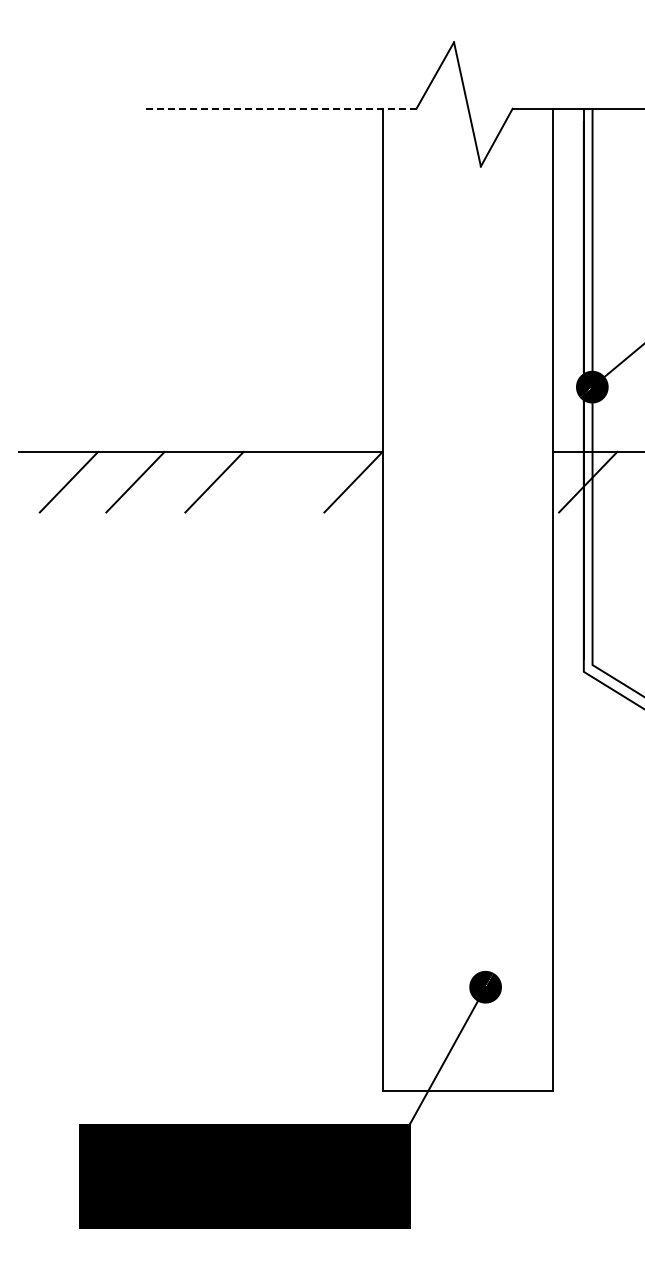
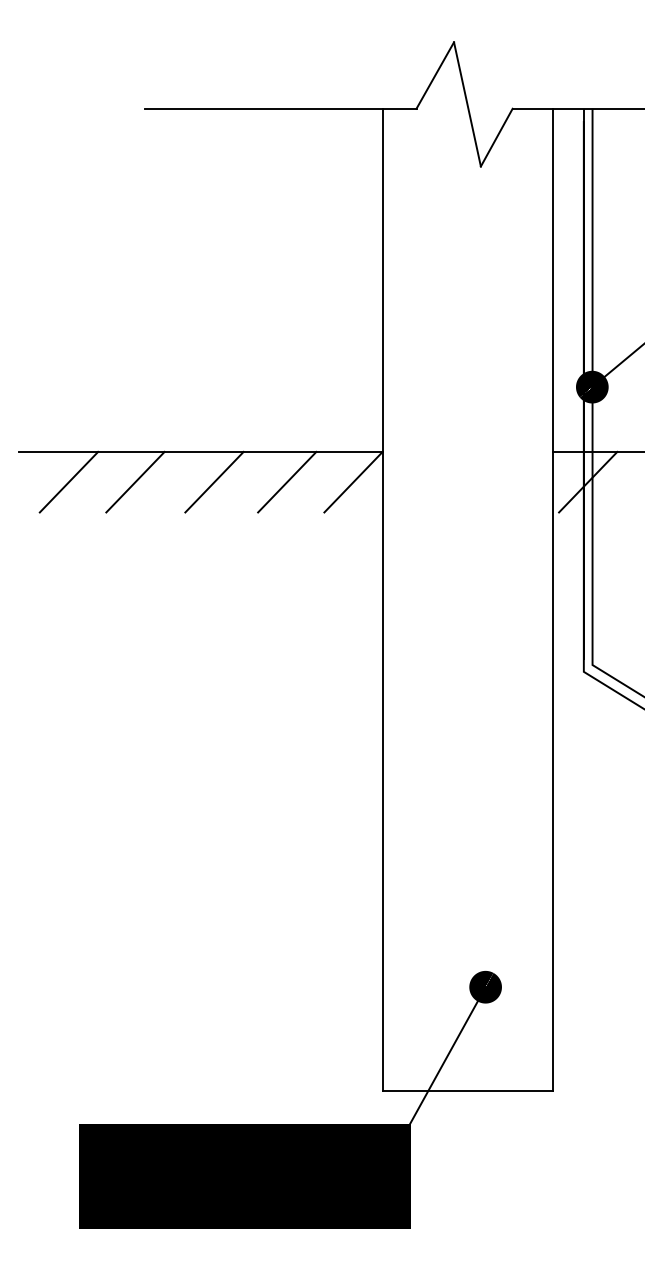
line at (280, 108): dashed -> solid
line at (287, 481): none -> present
